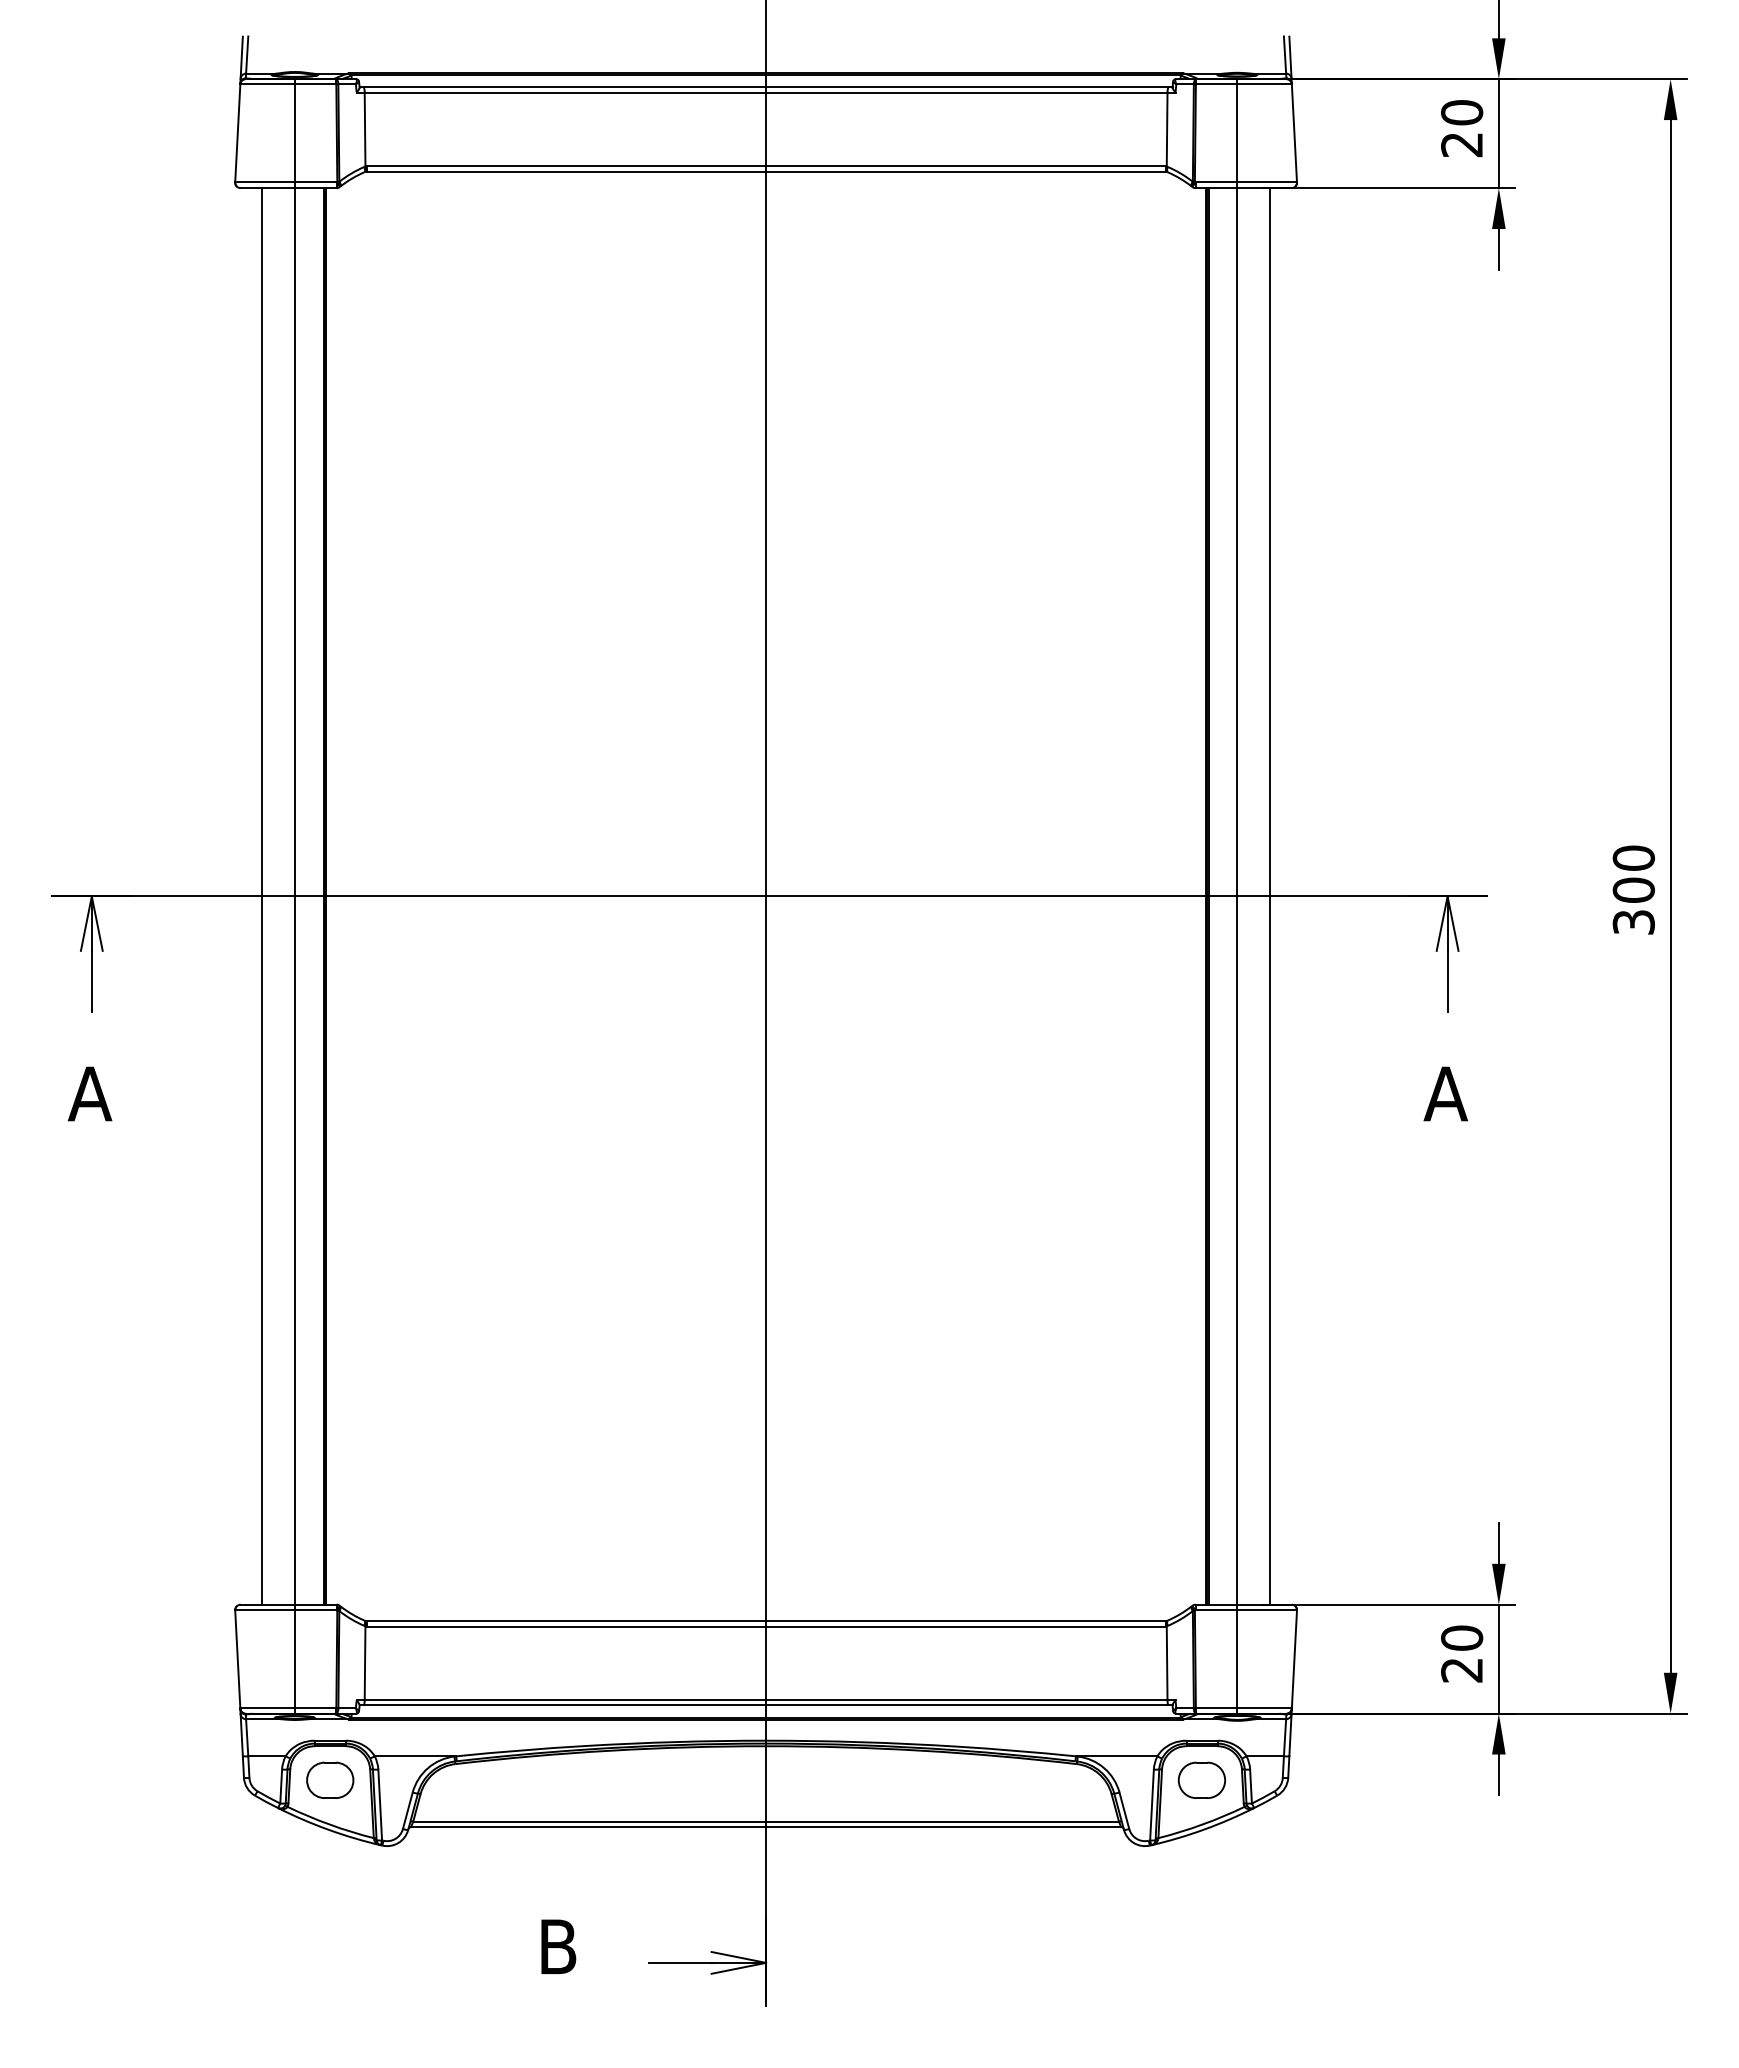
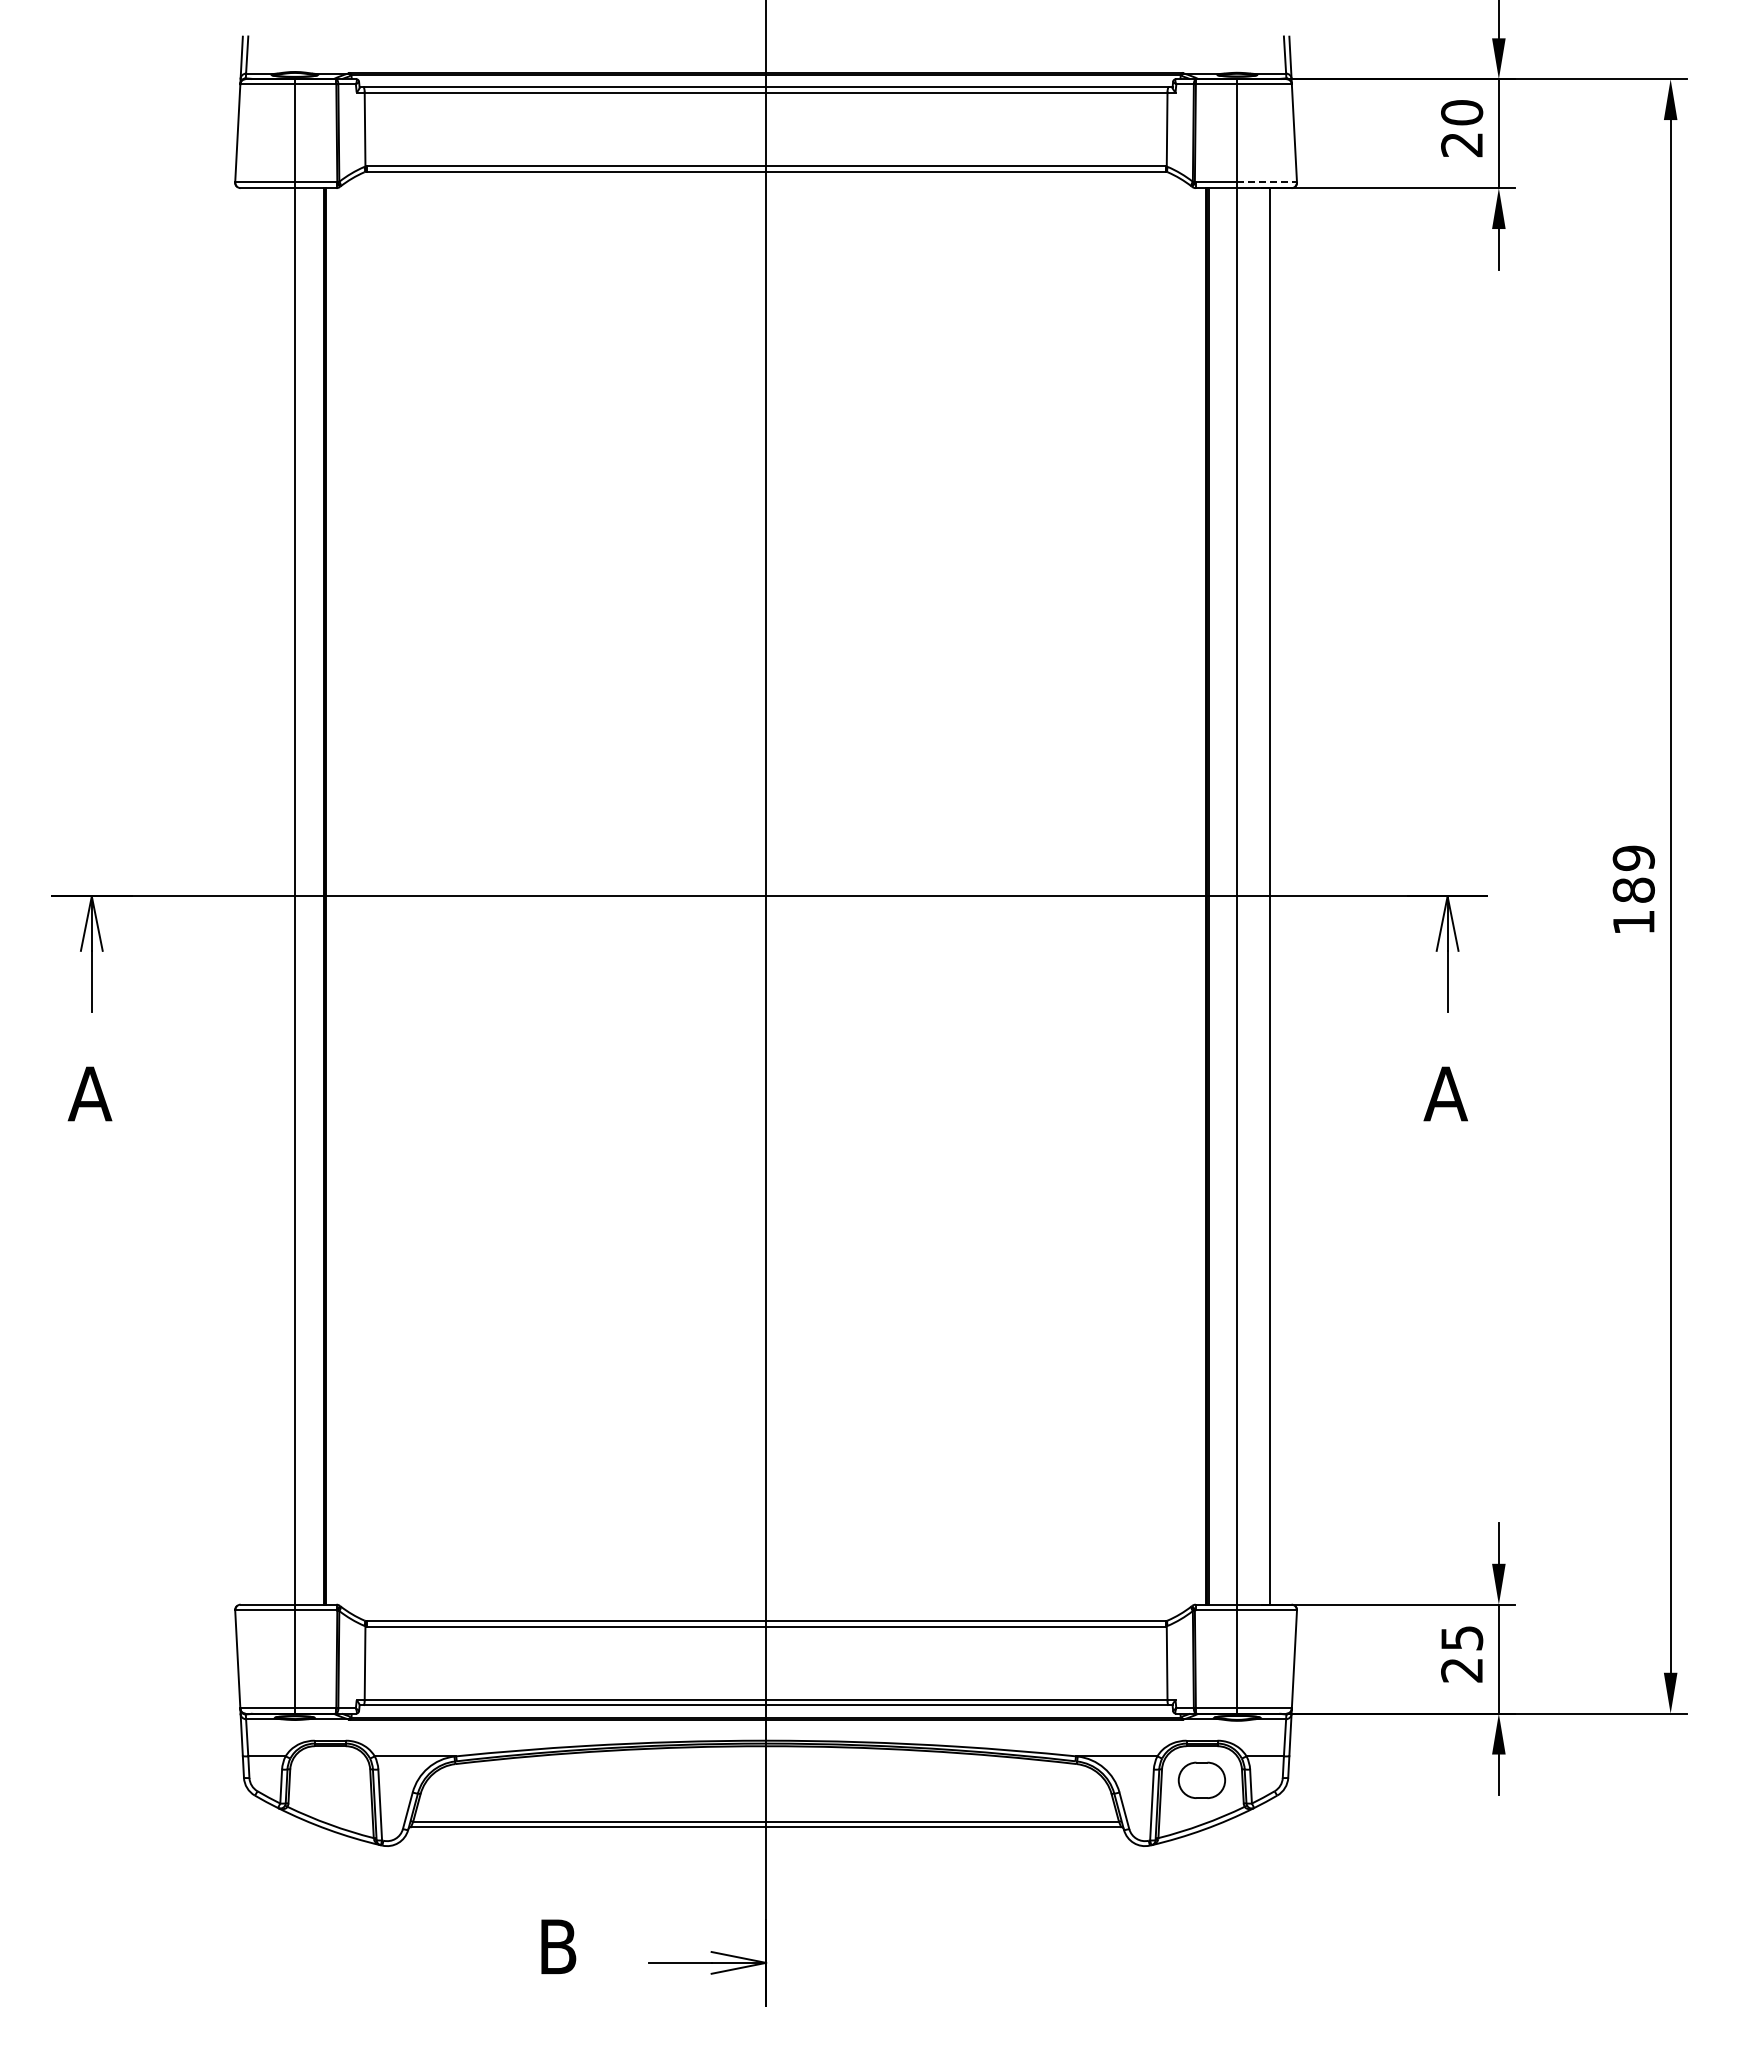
line at (1267, 182): solid -> dashed
text at (1633, 889): 300 -> 189
line at (262, 896): present -> none
text at (1462, 1637): 20 -> 25
part at (330, 1779): present -> none
